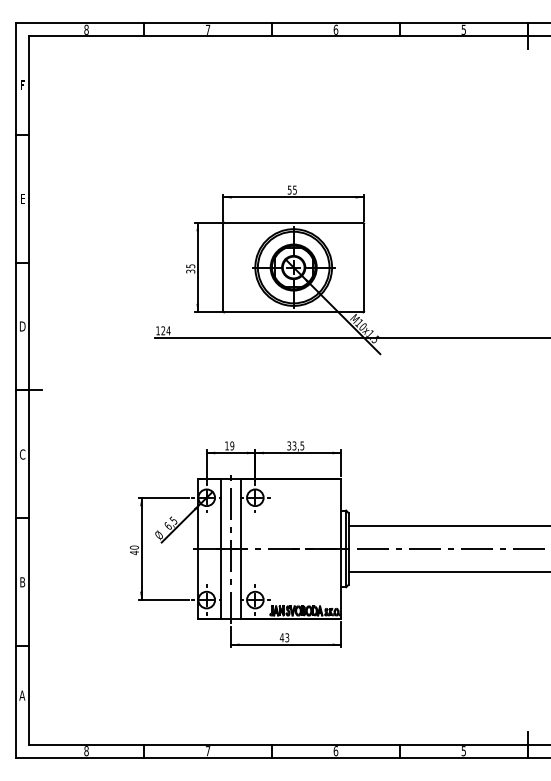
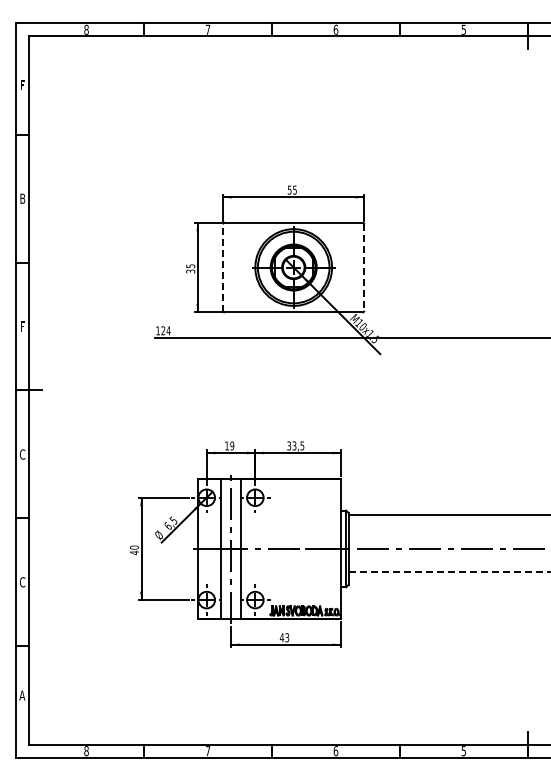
text at (22, 198): E -> B
line at (223, 267): solid -> dashed
line at (364, 267): solid -> dashed
text at (22, 326): D -> F
line at (447, 525) position: (447, 525) -> (447, 514)
line at (449, 571): solid -> dashed
text at (22, 582): B -> C
